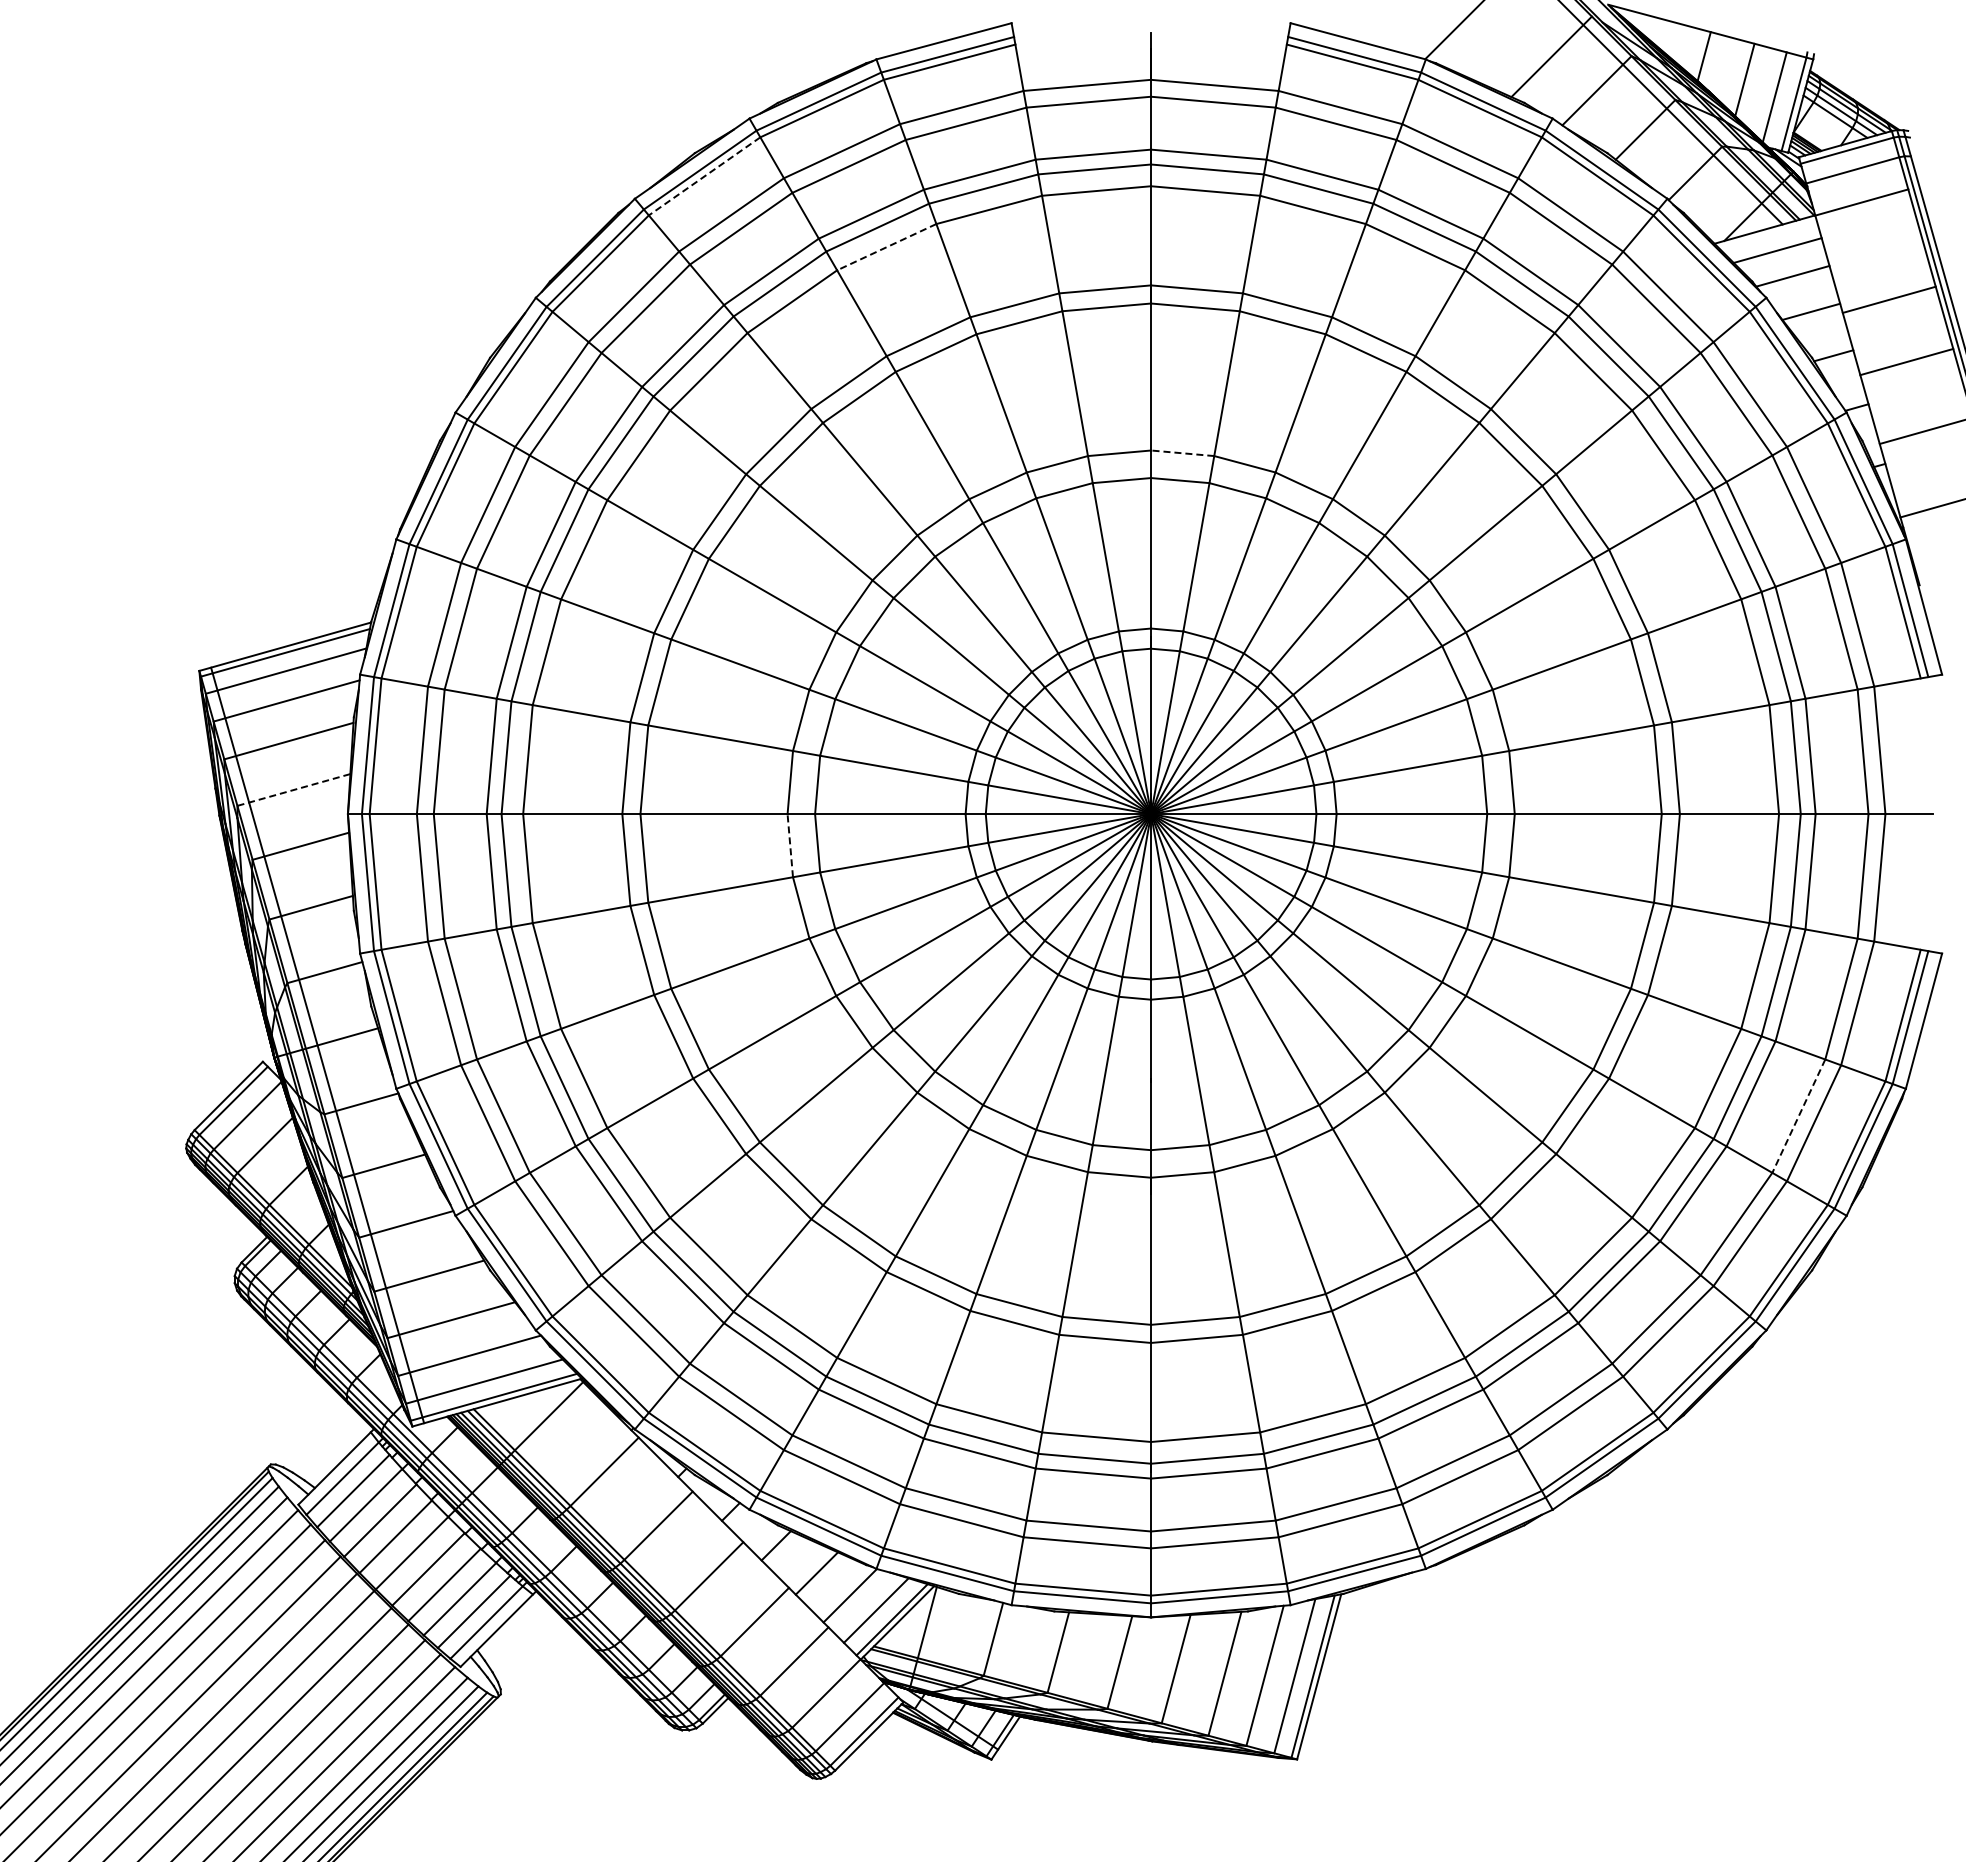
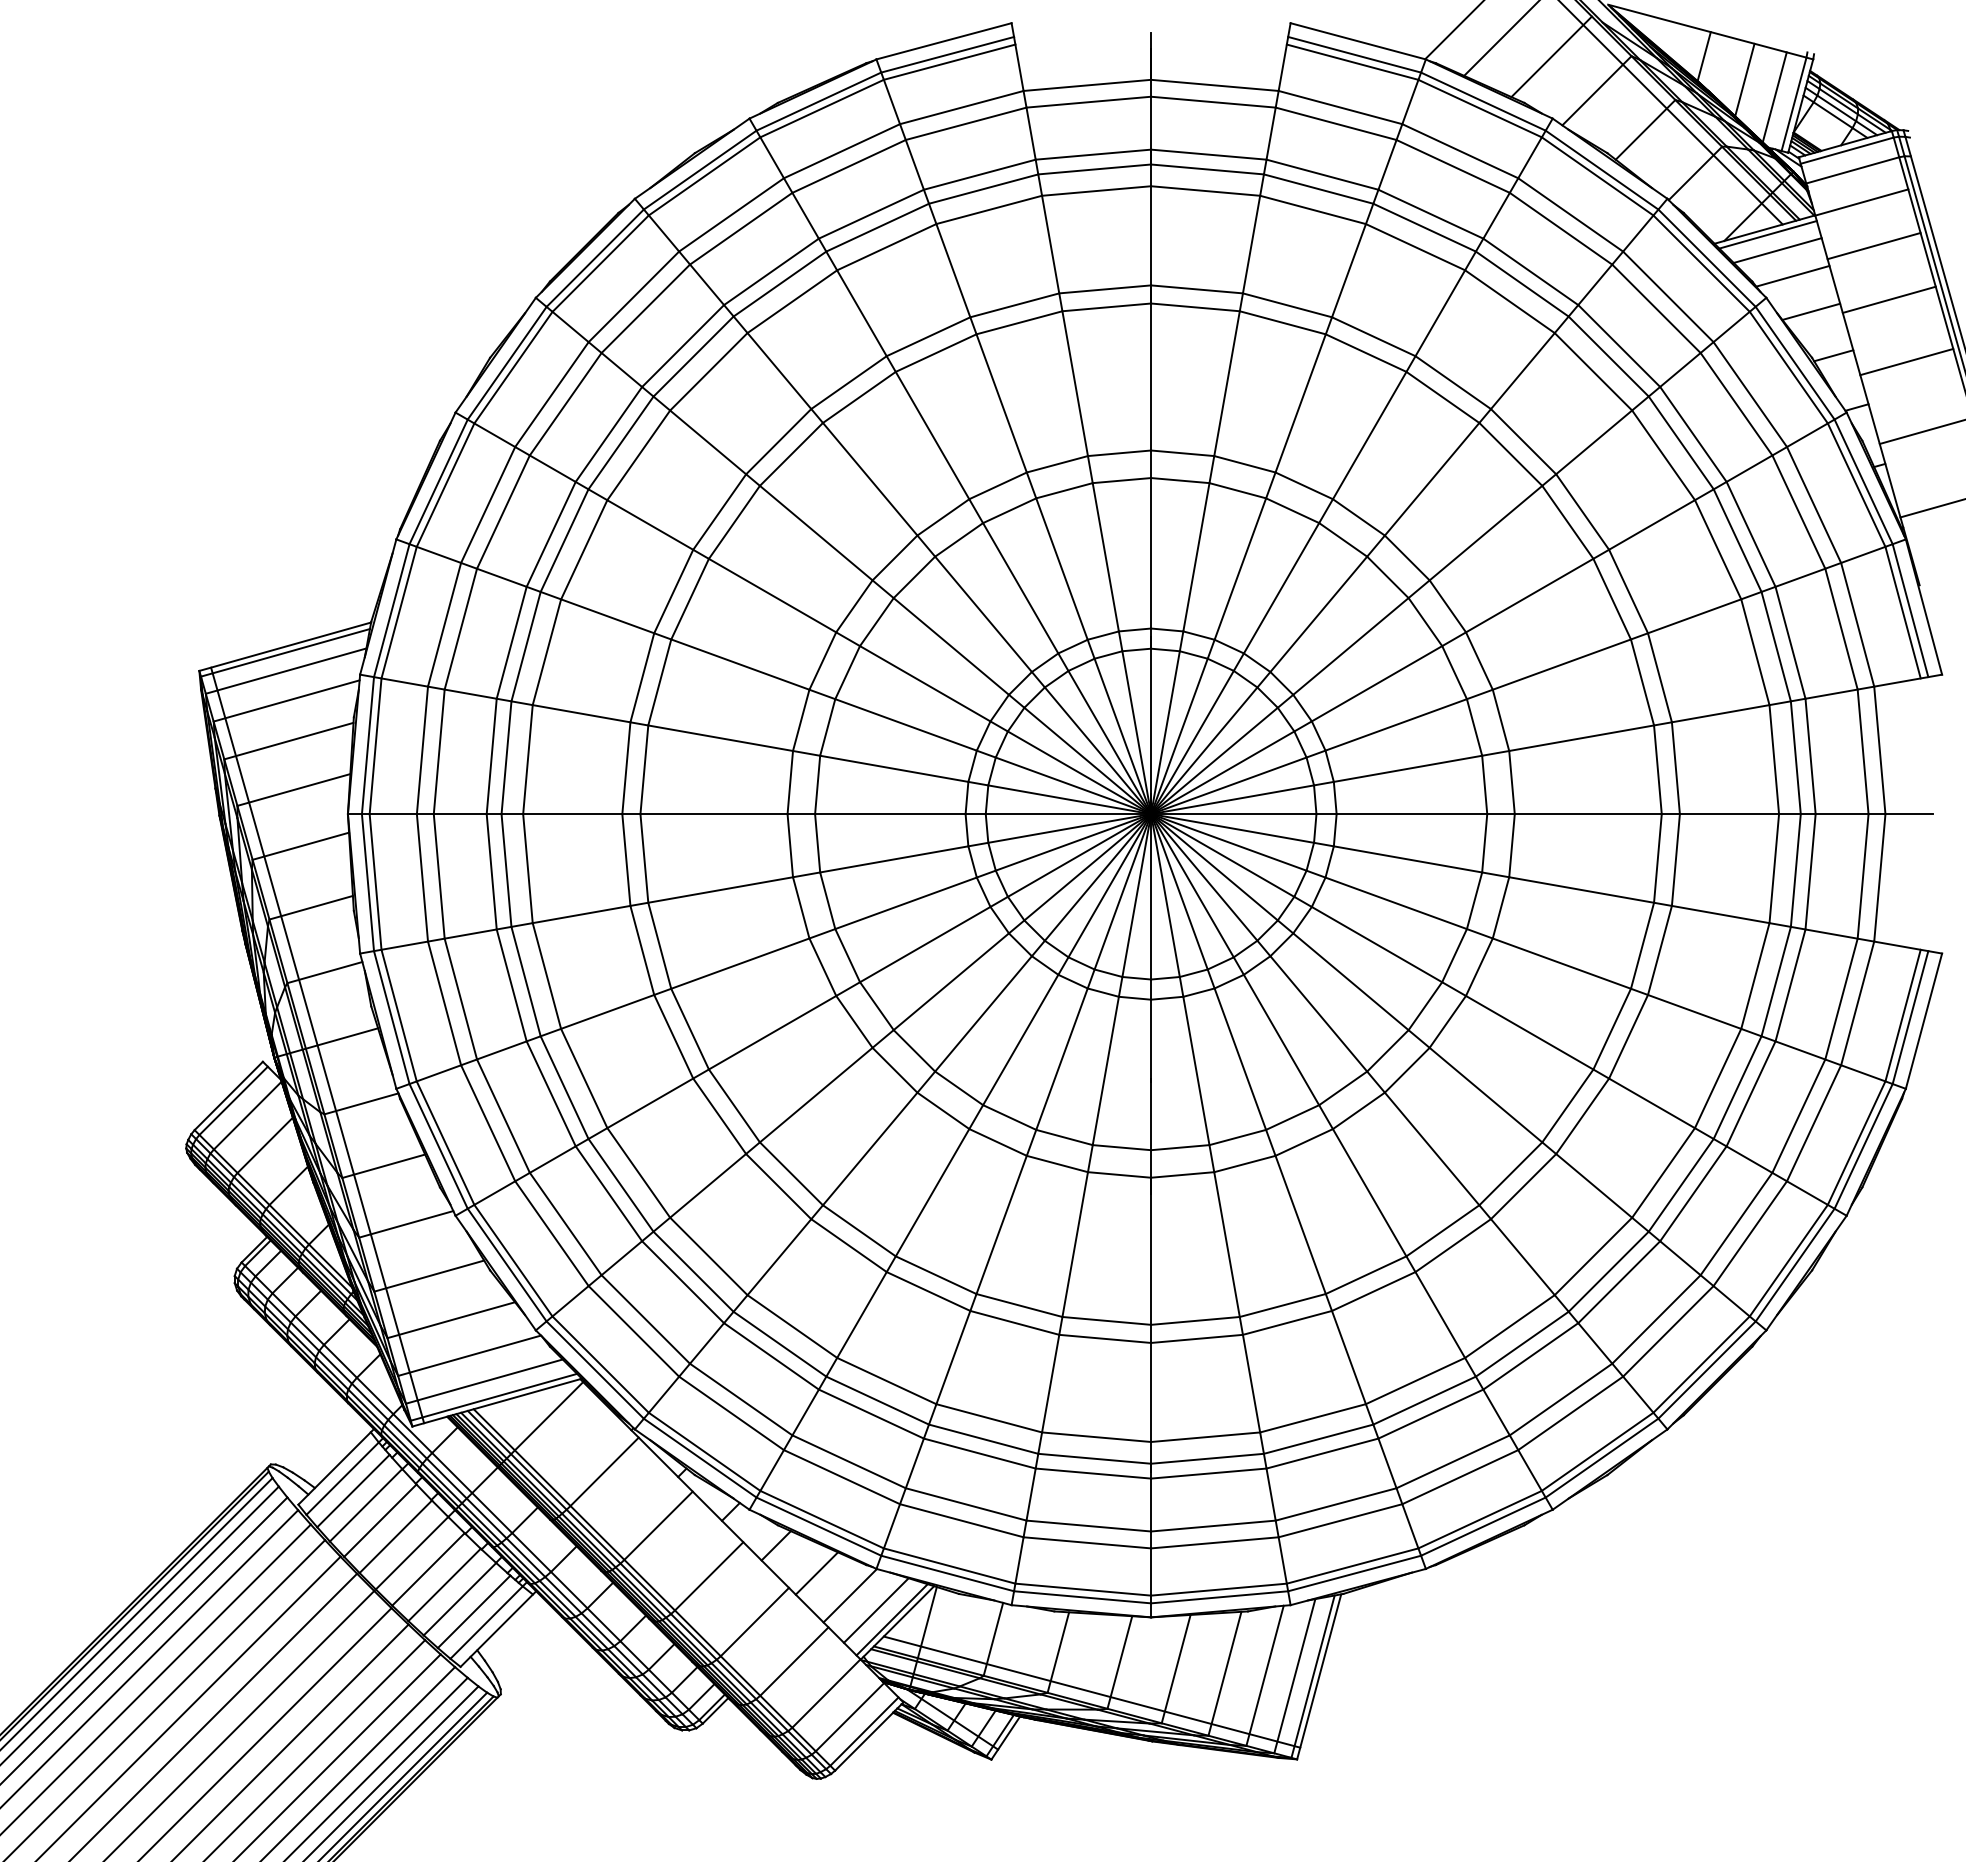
line at (1500, 38): none -> present
line at (704, 176): dashed -> solid
line at (1767, 234): none -> present
line at (1873, 245): none -> present
line at (886, 247): dashed -> solid
line at (1182, 453): dashed -> solid
line at (293, 789): dashed -> solid
line at (790, 845): dashed -> solid
line at (1798, 1116): dashed -> solid
line at (1091, 1691): none -> present
